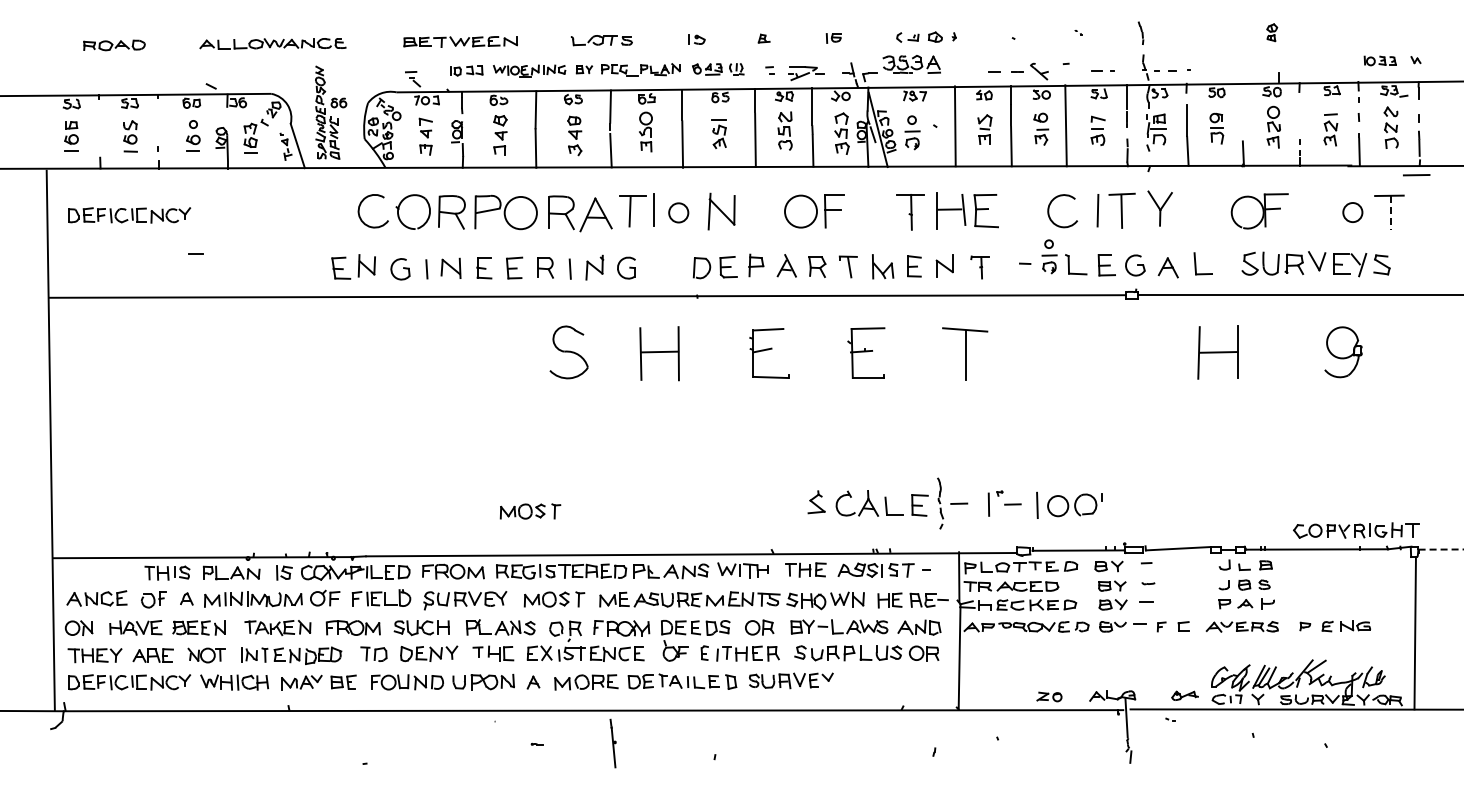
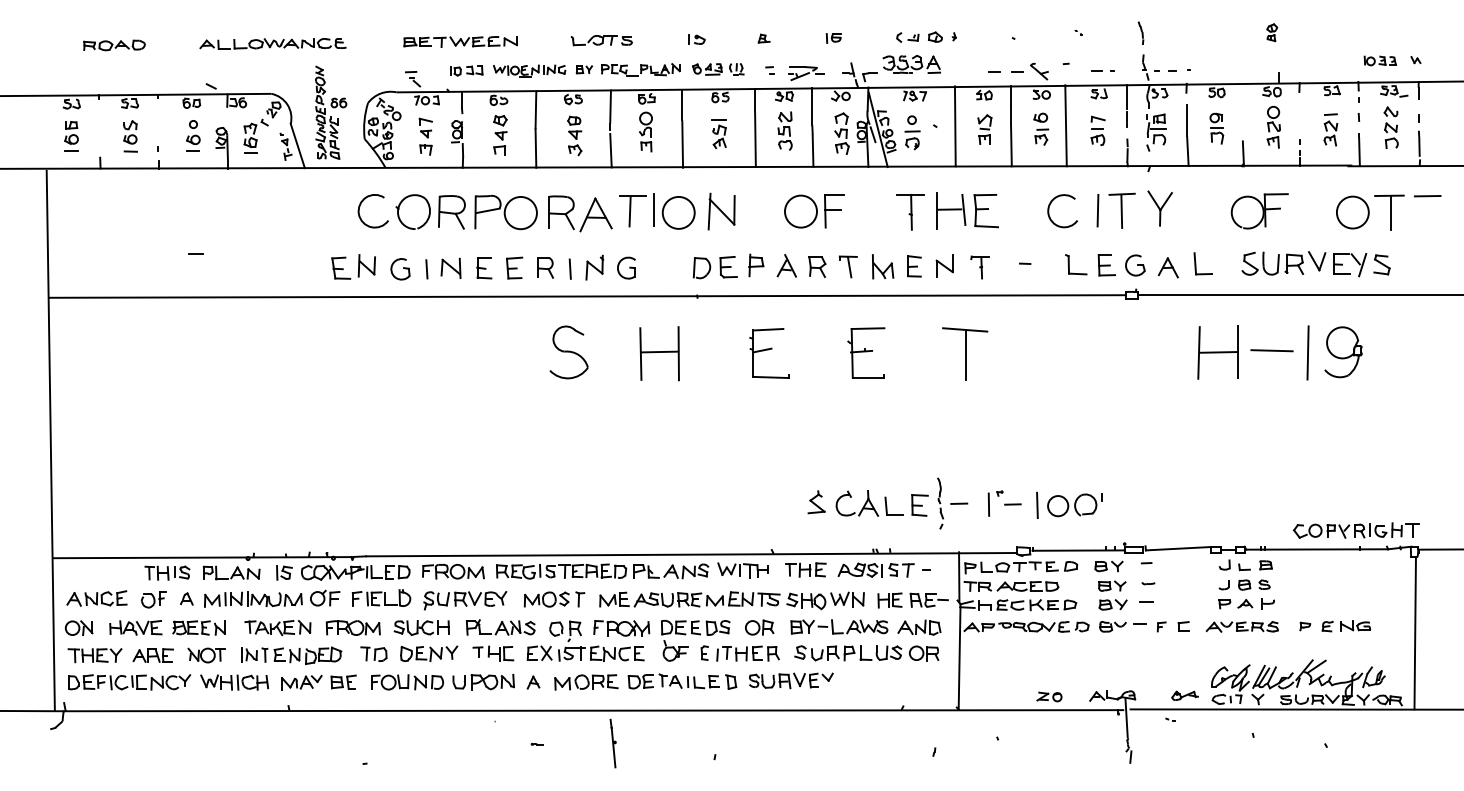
line at (1416, 175) position: (1416, 175) -> (1427, 196)
circle at (678, 212) diameter: 19 px -> 32 px
circle at (1352, 212) diameter: 19 px -> 32 px
line at (1391, 213): dashed -> solid
part at (129, 215): present -> none
part at (1049, 256): present -> none
line at (1271, 350): none -> present
line at (1307, 352): none -> present
part at (530, 511): present -> none
line at (1441, 549): dashed -> solid
